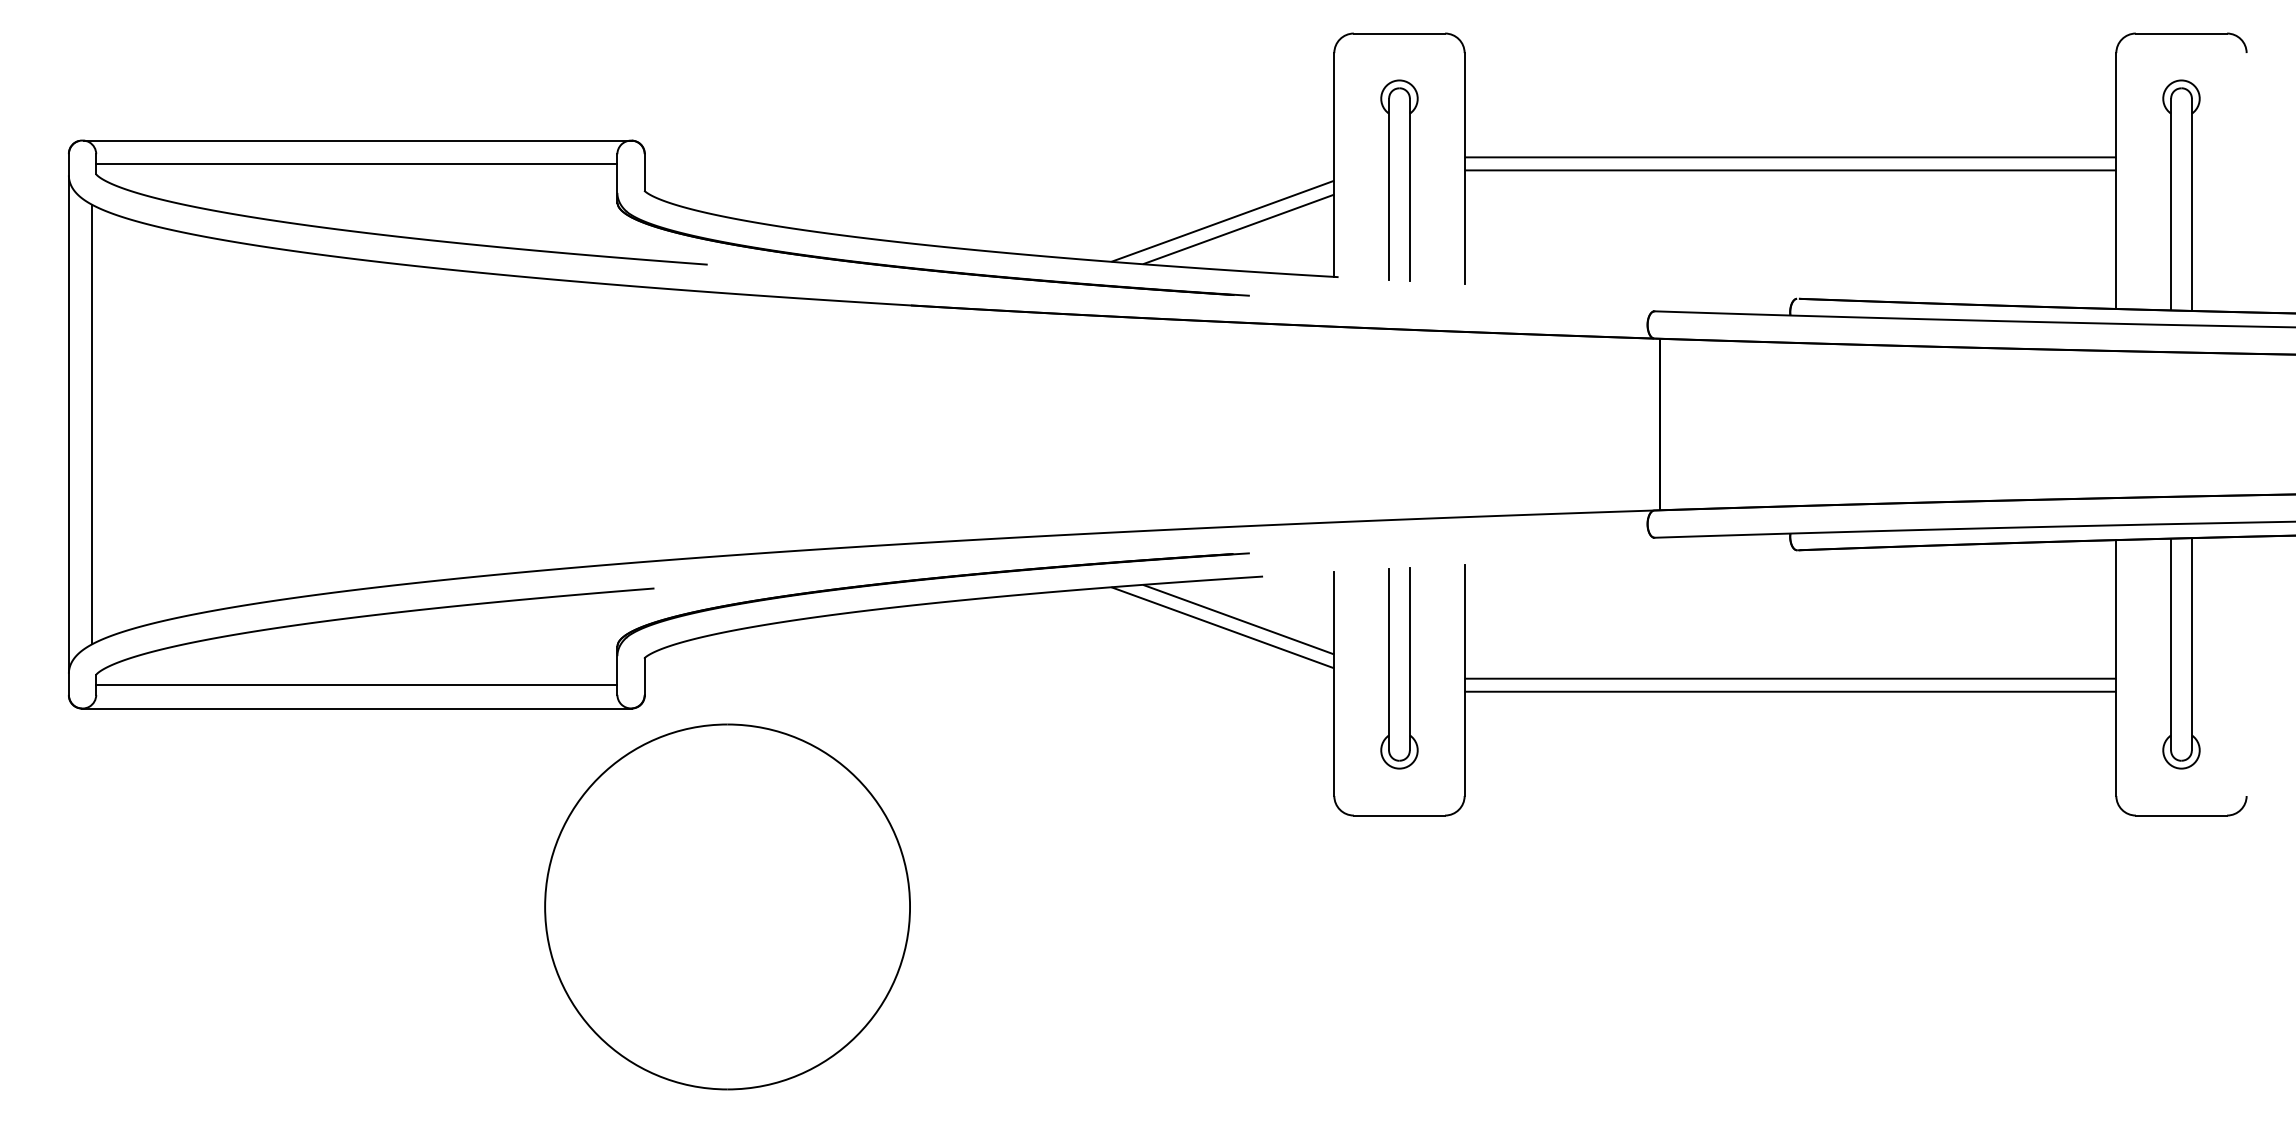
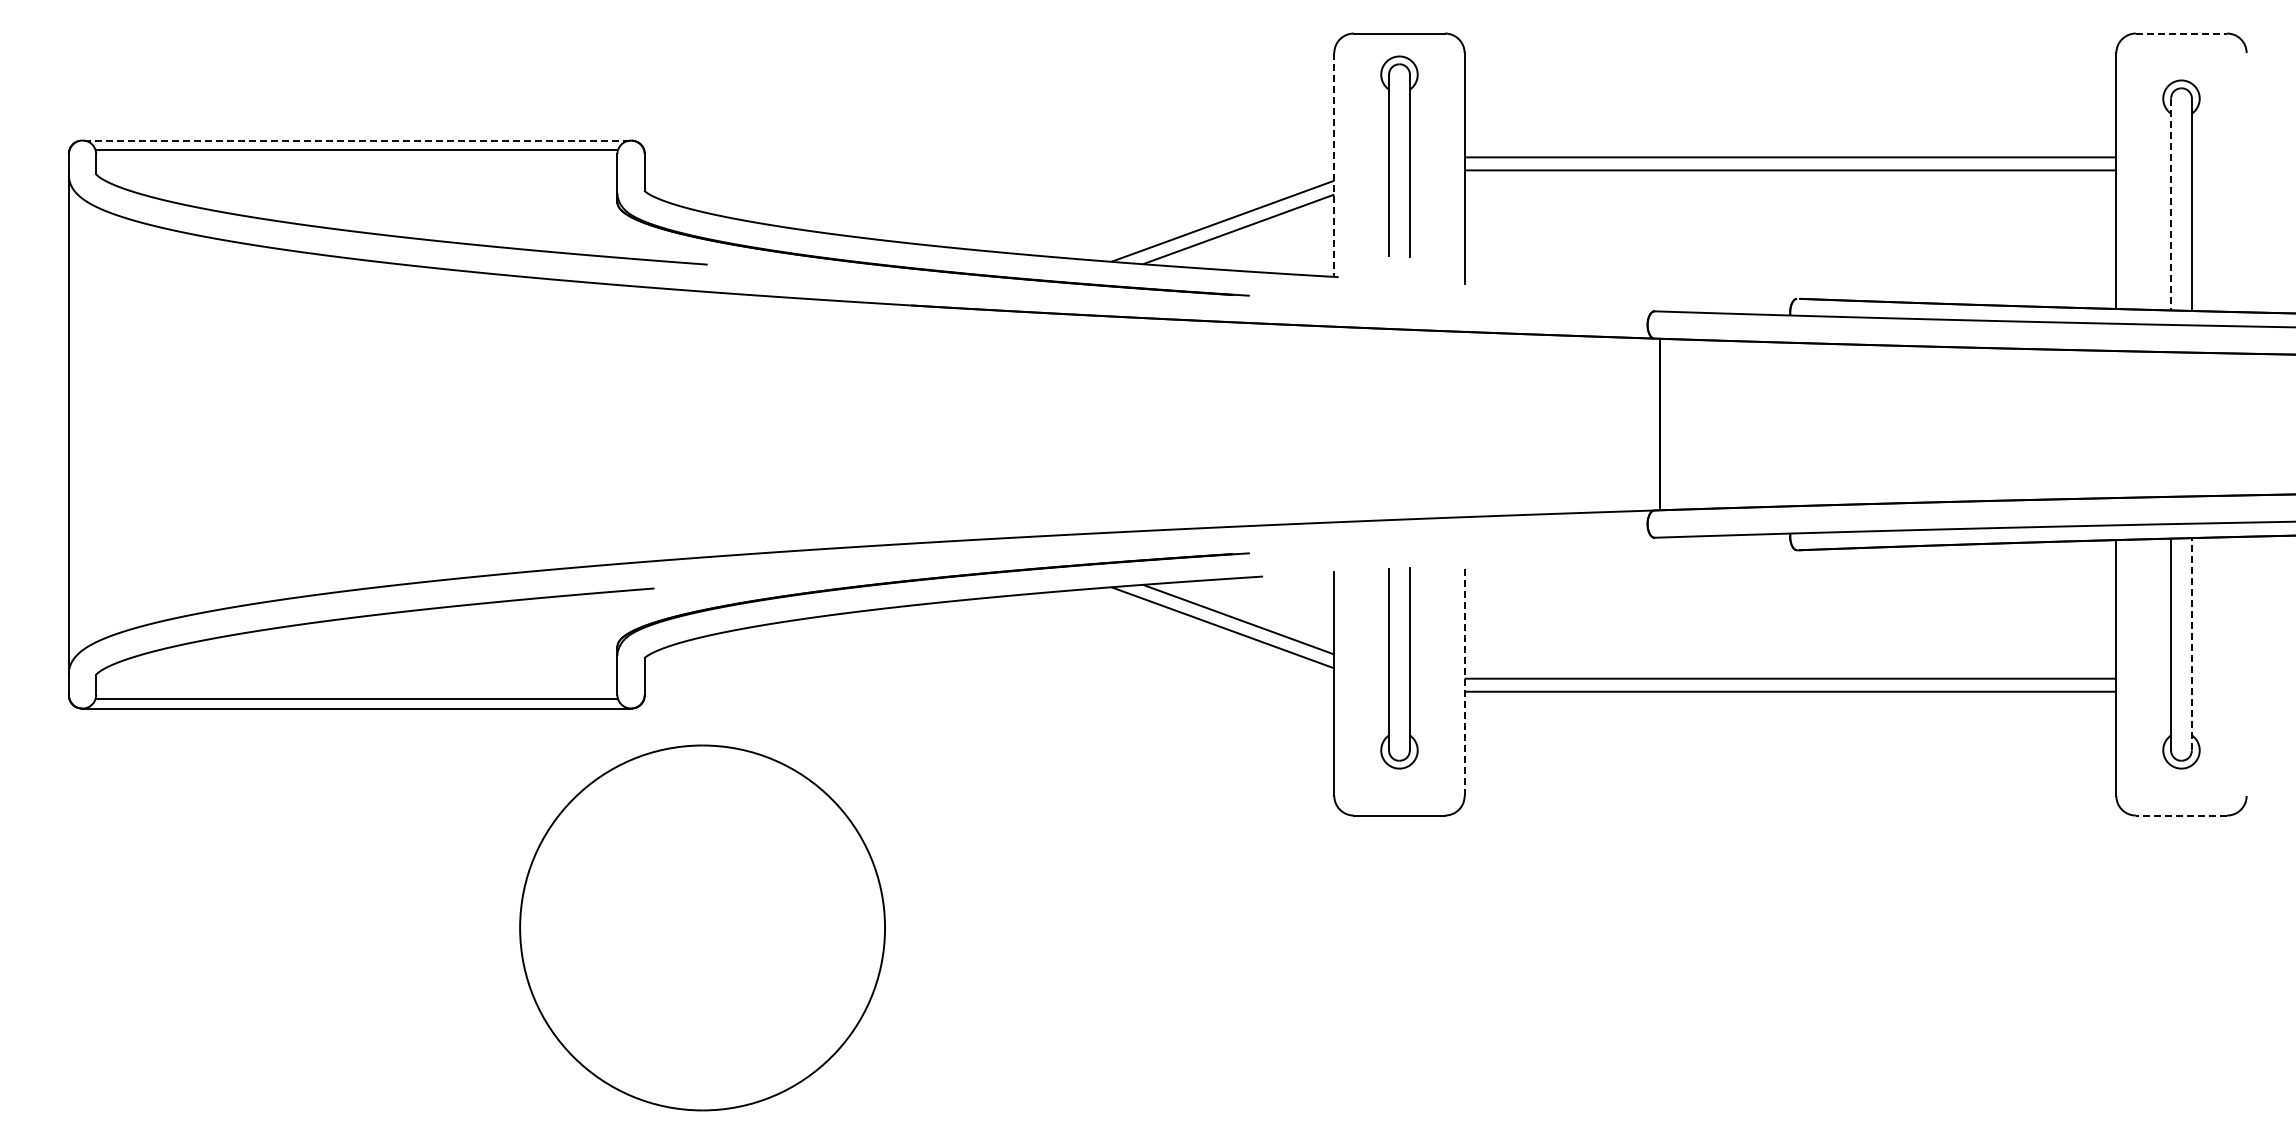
line at (2181, 33): solid -> dashed
line at (358, 140): solid -> dashed
line at (356, 163) position: (356, 163) -> (356, 149)
line at (1334, 165): solid -> dashed
part at (1389, 180) position: (1389, 180) -> (1389, 156)
line at (2171, 204): solid -> dashed
line at (92, 424): present -> none
line at (2191, 643): solid -> dashed
line at (1464, 680): solid -> dashed
line at (356, 685) position: (356, 685) -> (356, 699)
line at (2181, 815): solid -> dashed
part at (727, 906) position: (727, 906) -> (702, 927)
